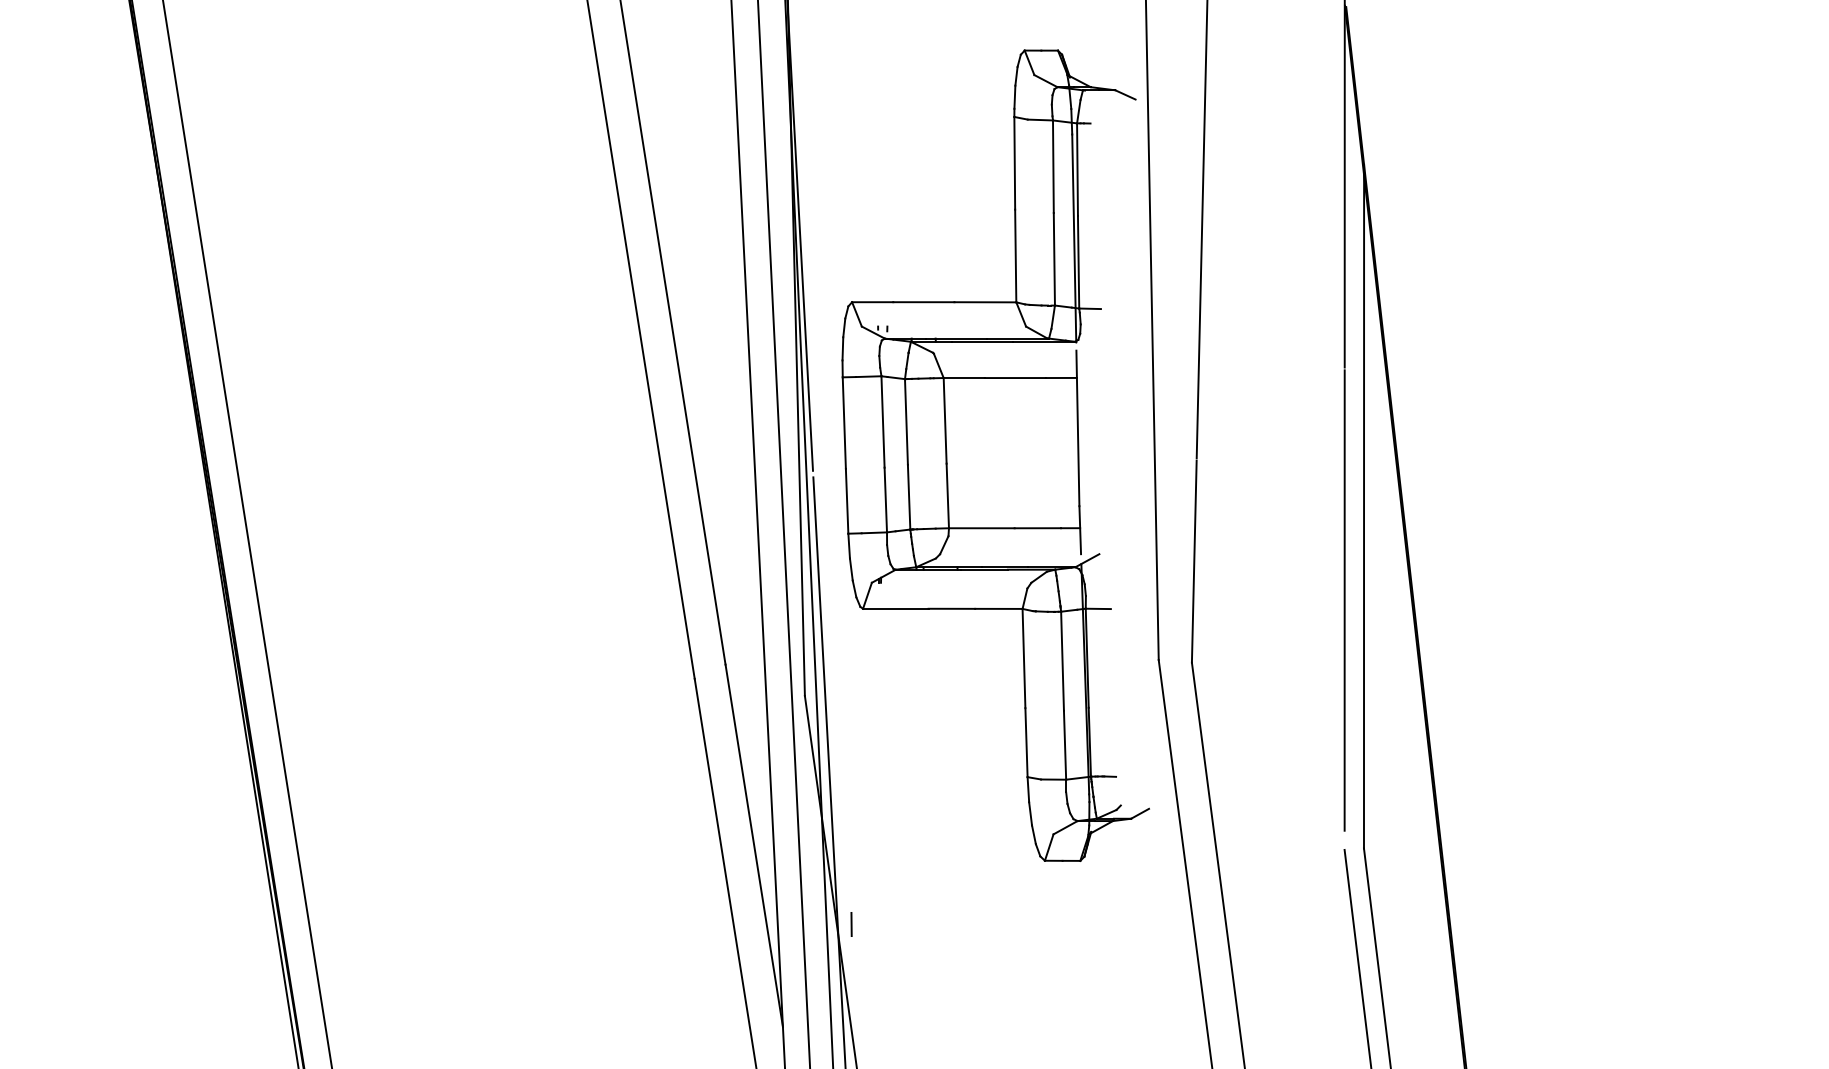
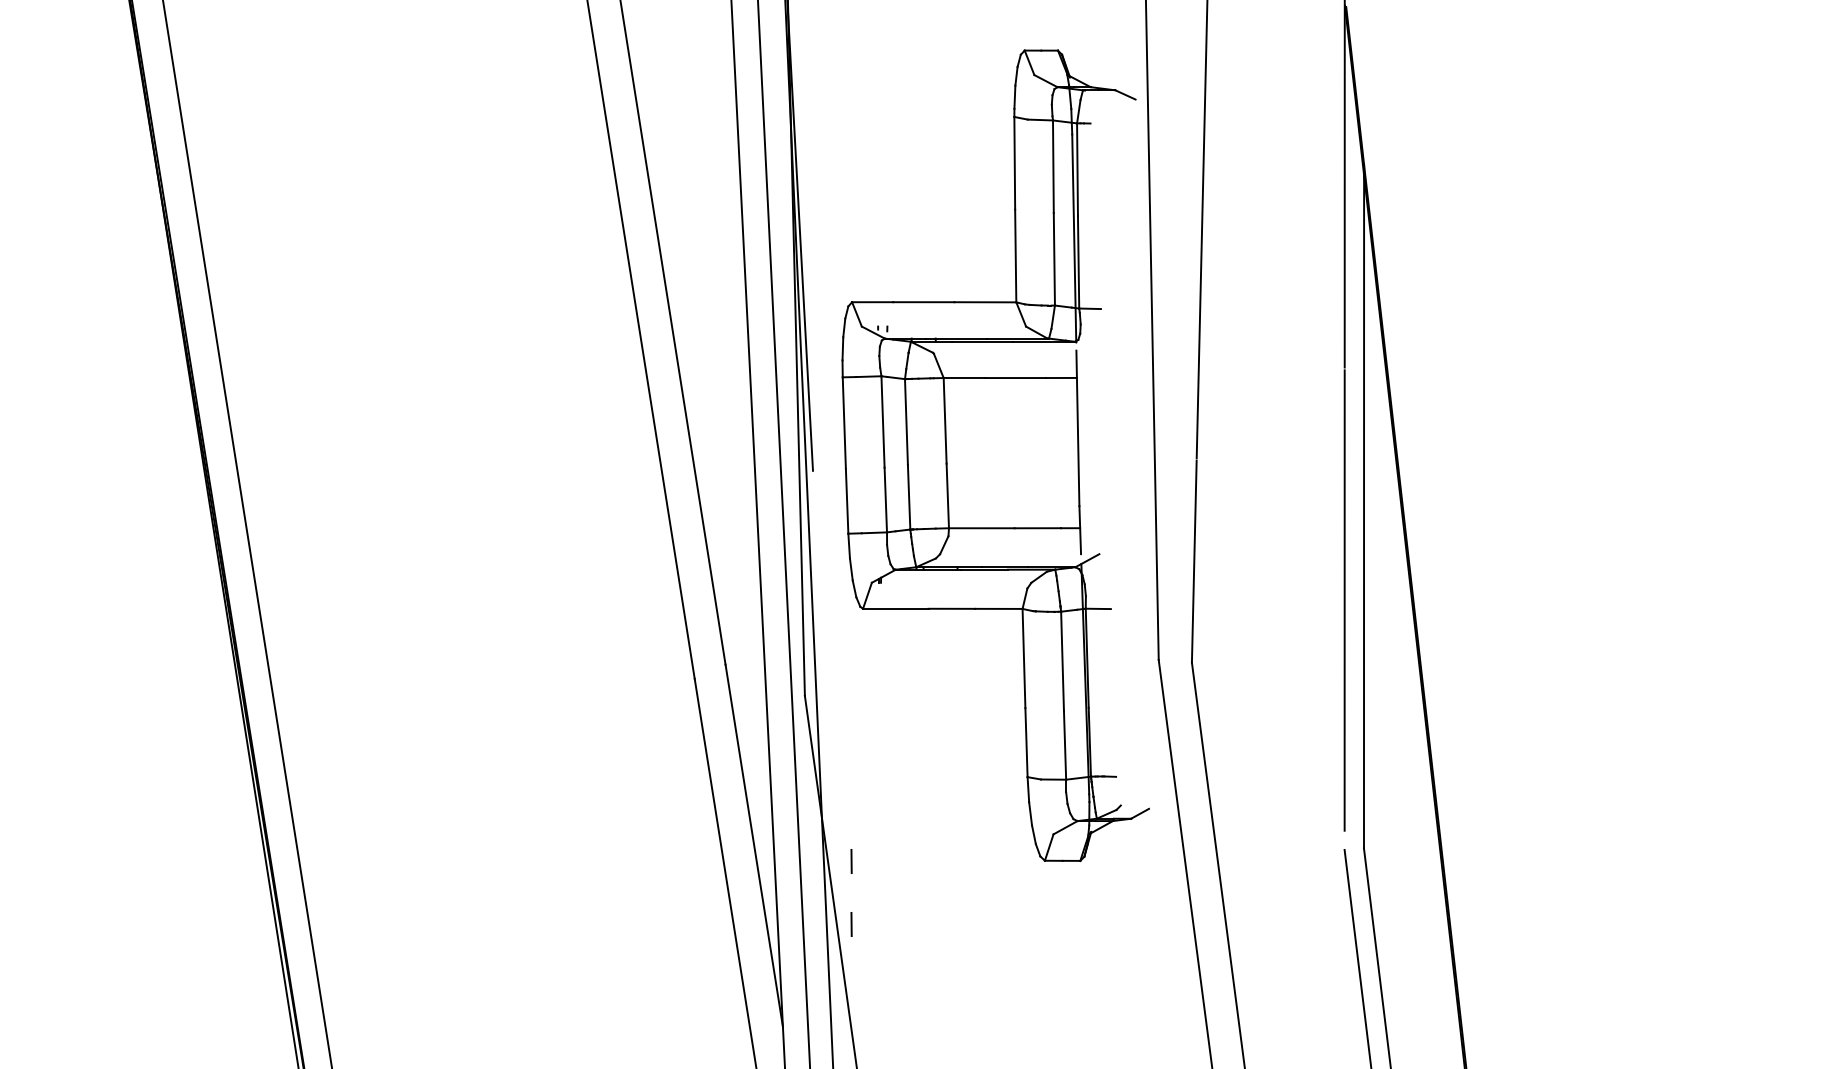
line at (829, 771): present -> none
line at (851, 861): none -> present
